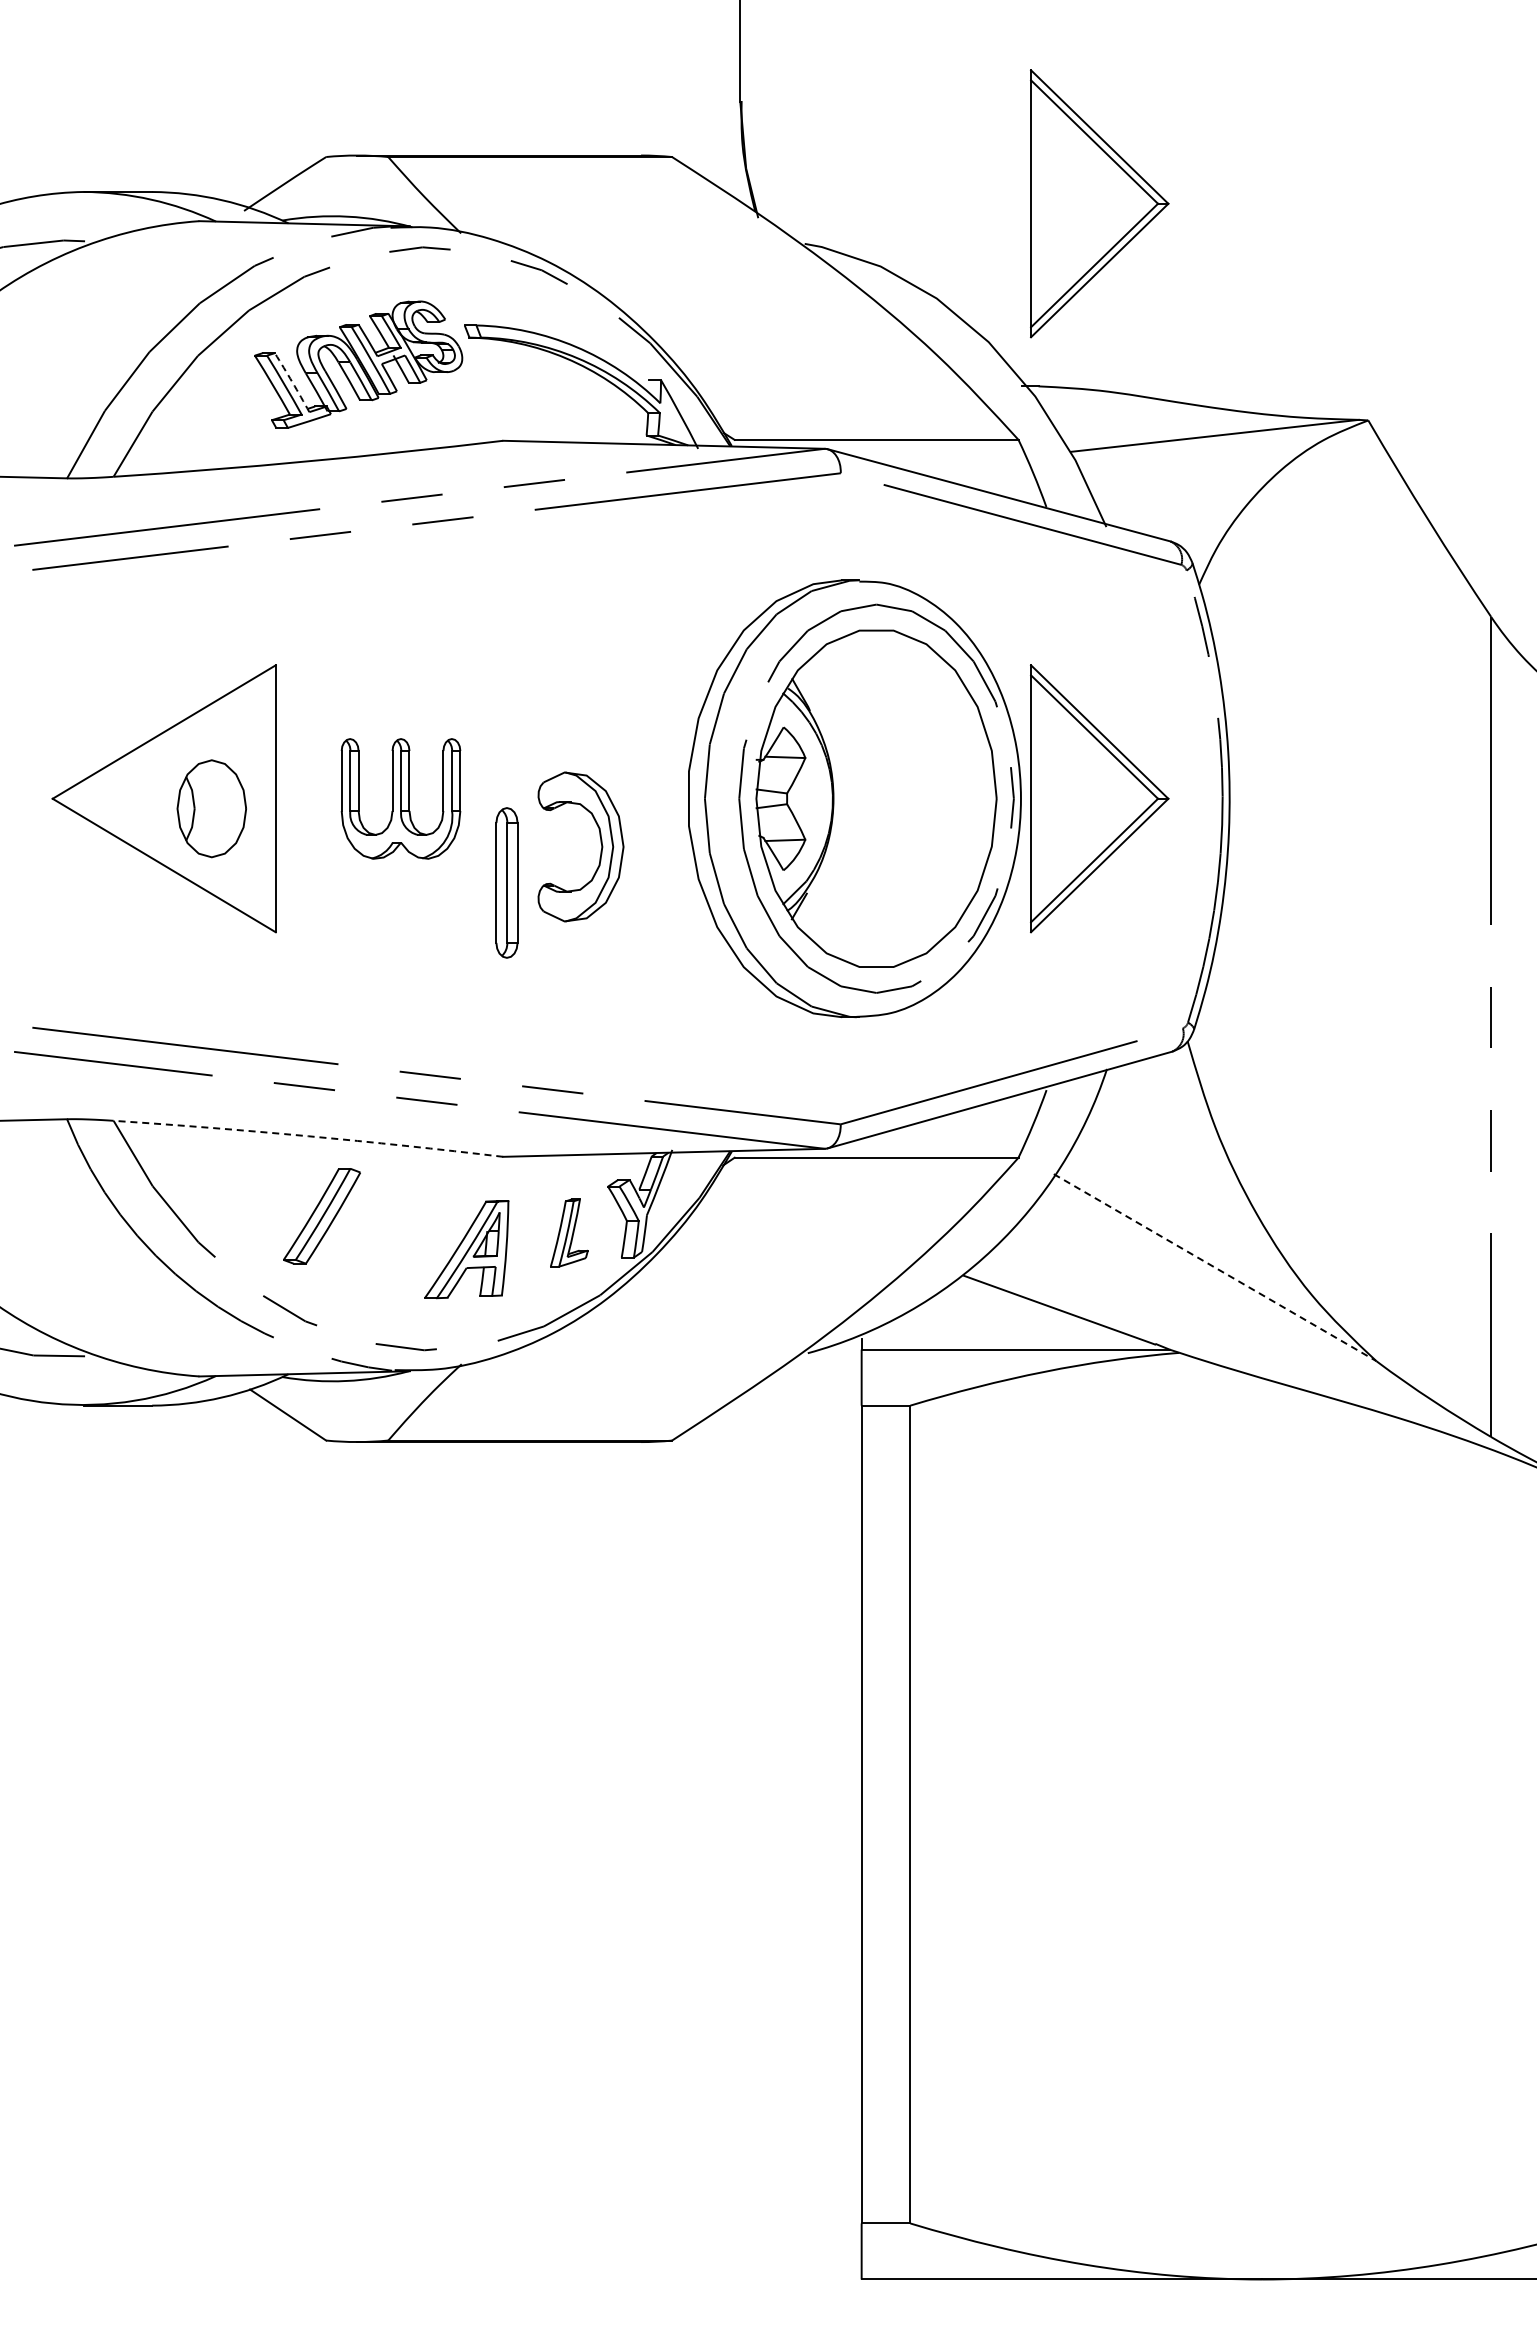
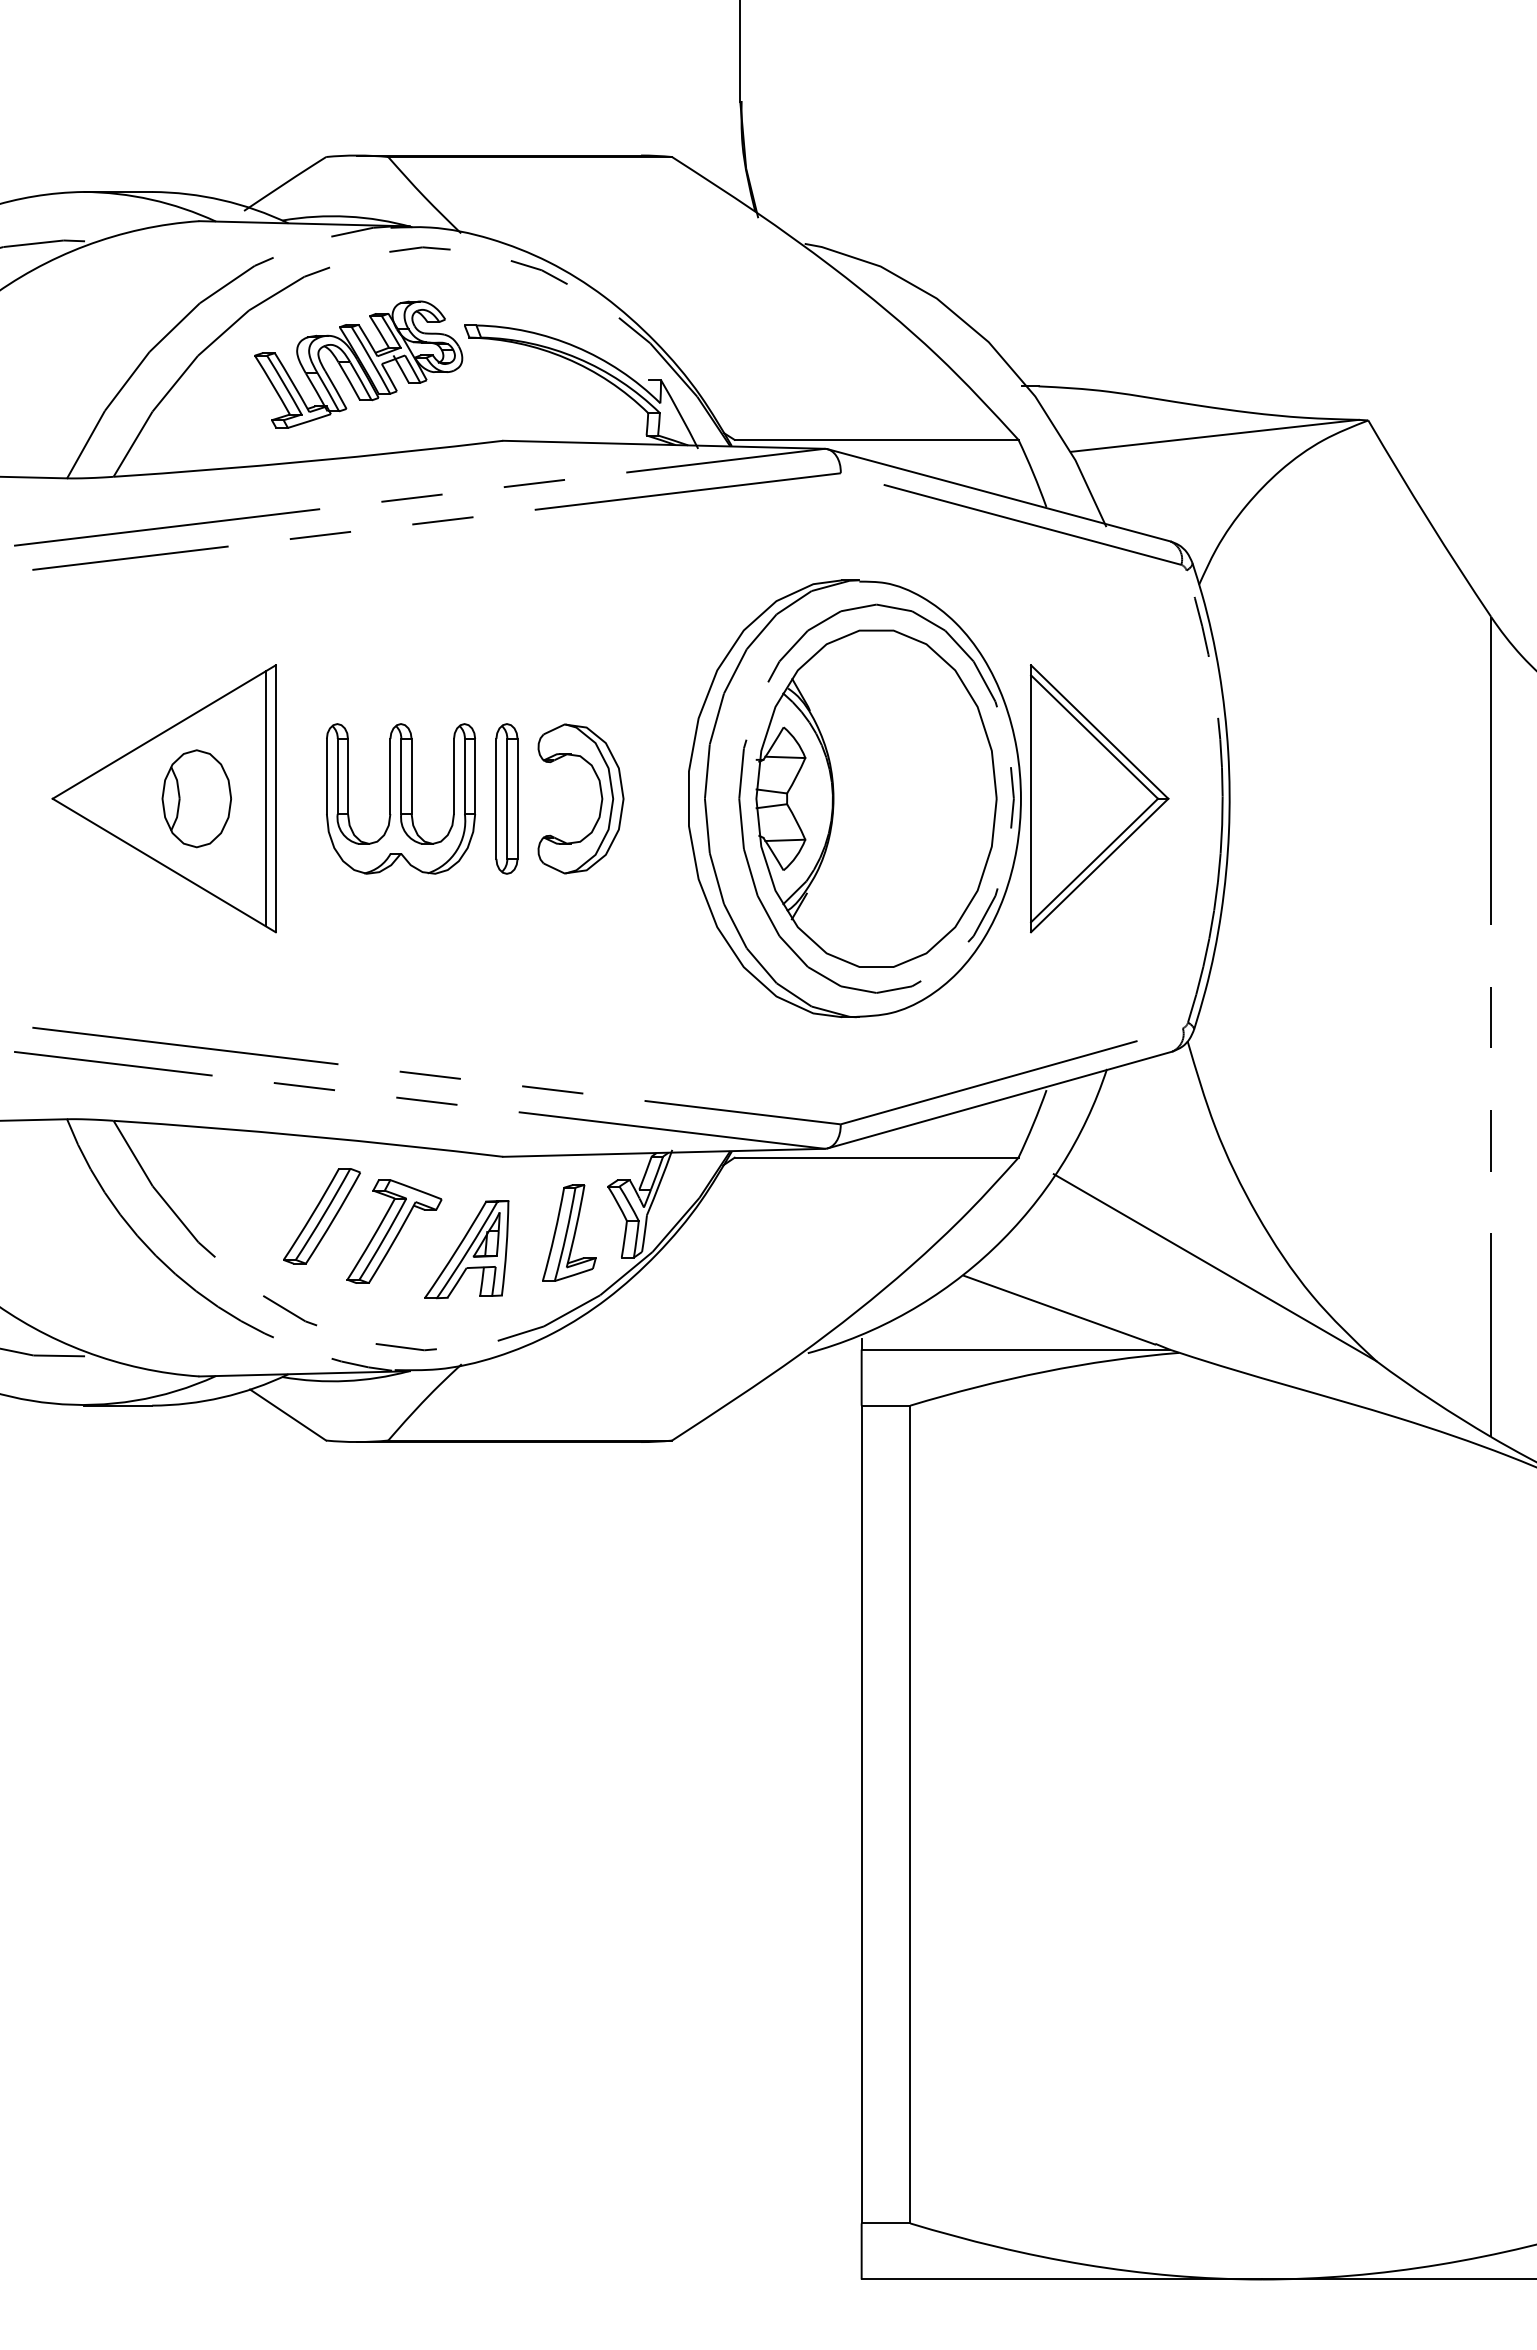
part at (1099, 203): present -> none
arc at (292, 382): dashed -> solid
line at (265, 798): none -> present
part at (400, 798) size: 122x122 px -> 150x152 px
part at (211, 808) position: (211, 808) -> (196, 798)
part at (600, 843) position: (600, 843) -> (600, 795)
part at (506, 882) position: (506, 882) -> (506, 798)
arc at (308, 1136): dashed -> solid
part at (394, 1231): none -> present
part at (569, 1232) size: 39x70 px -> 55x98 px
line at (1215, 1267): dashed -> solid
